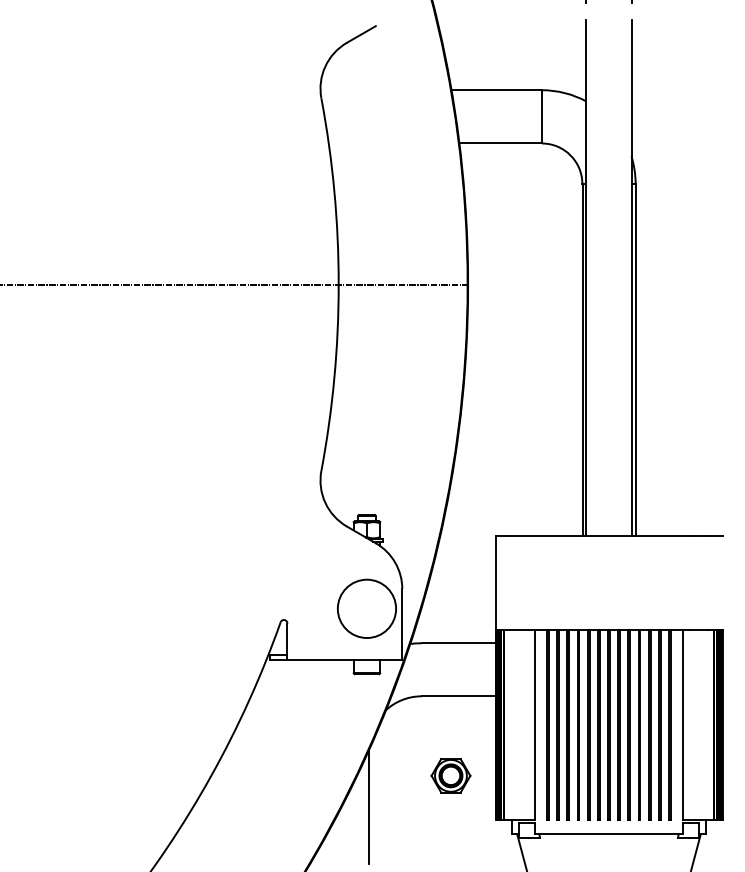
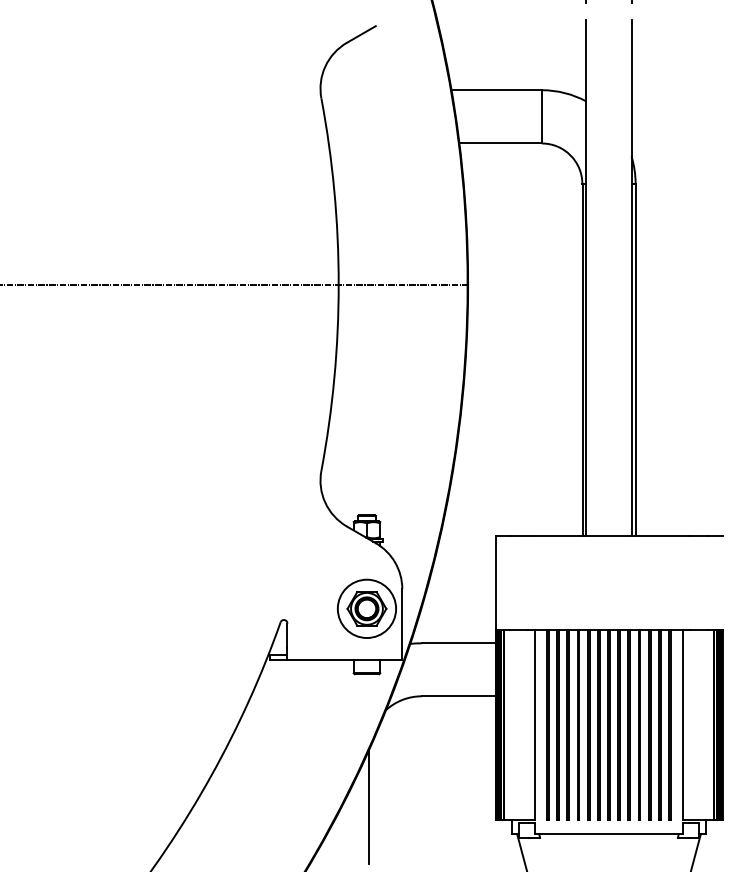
part at (450, 775) position: (450, 775) -> (366, 608)
